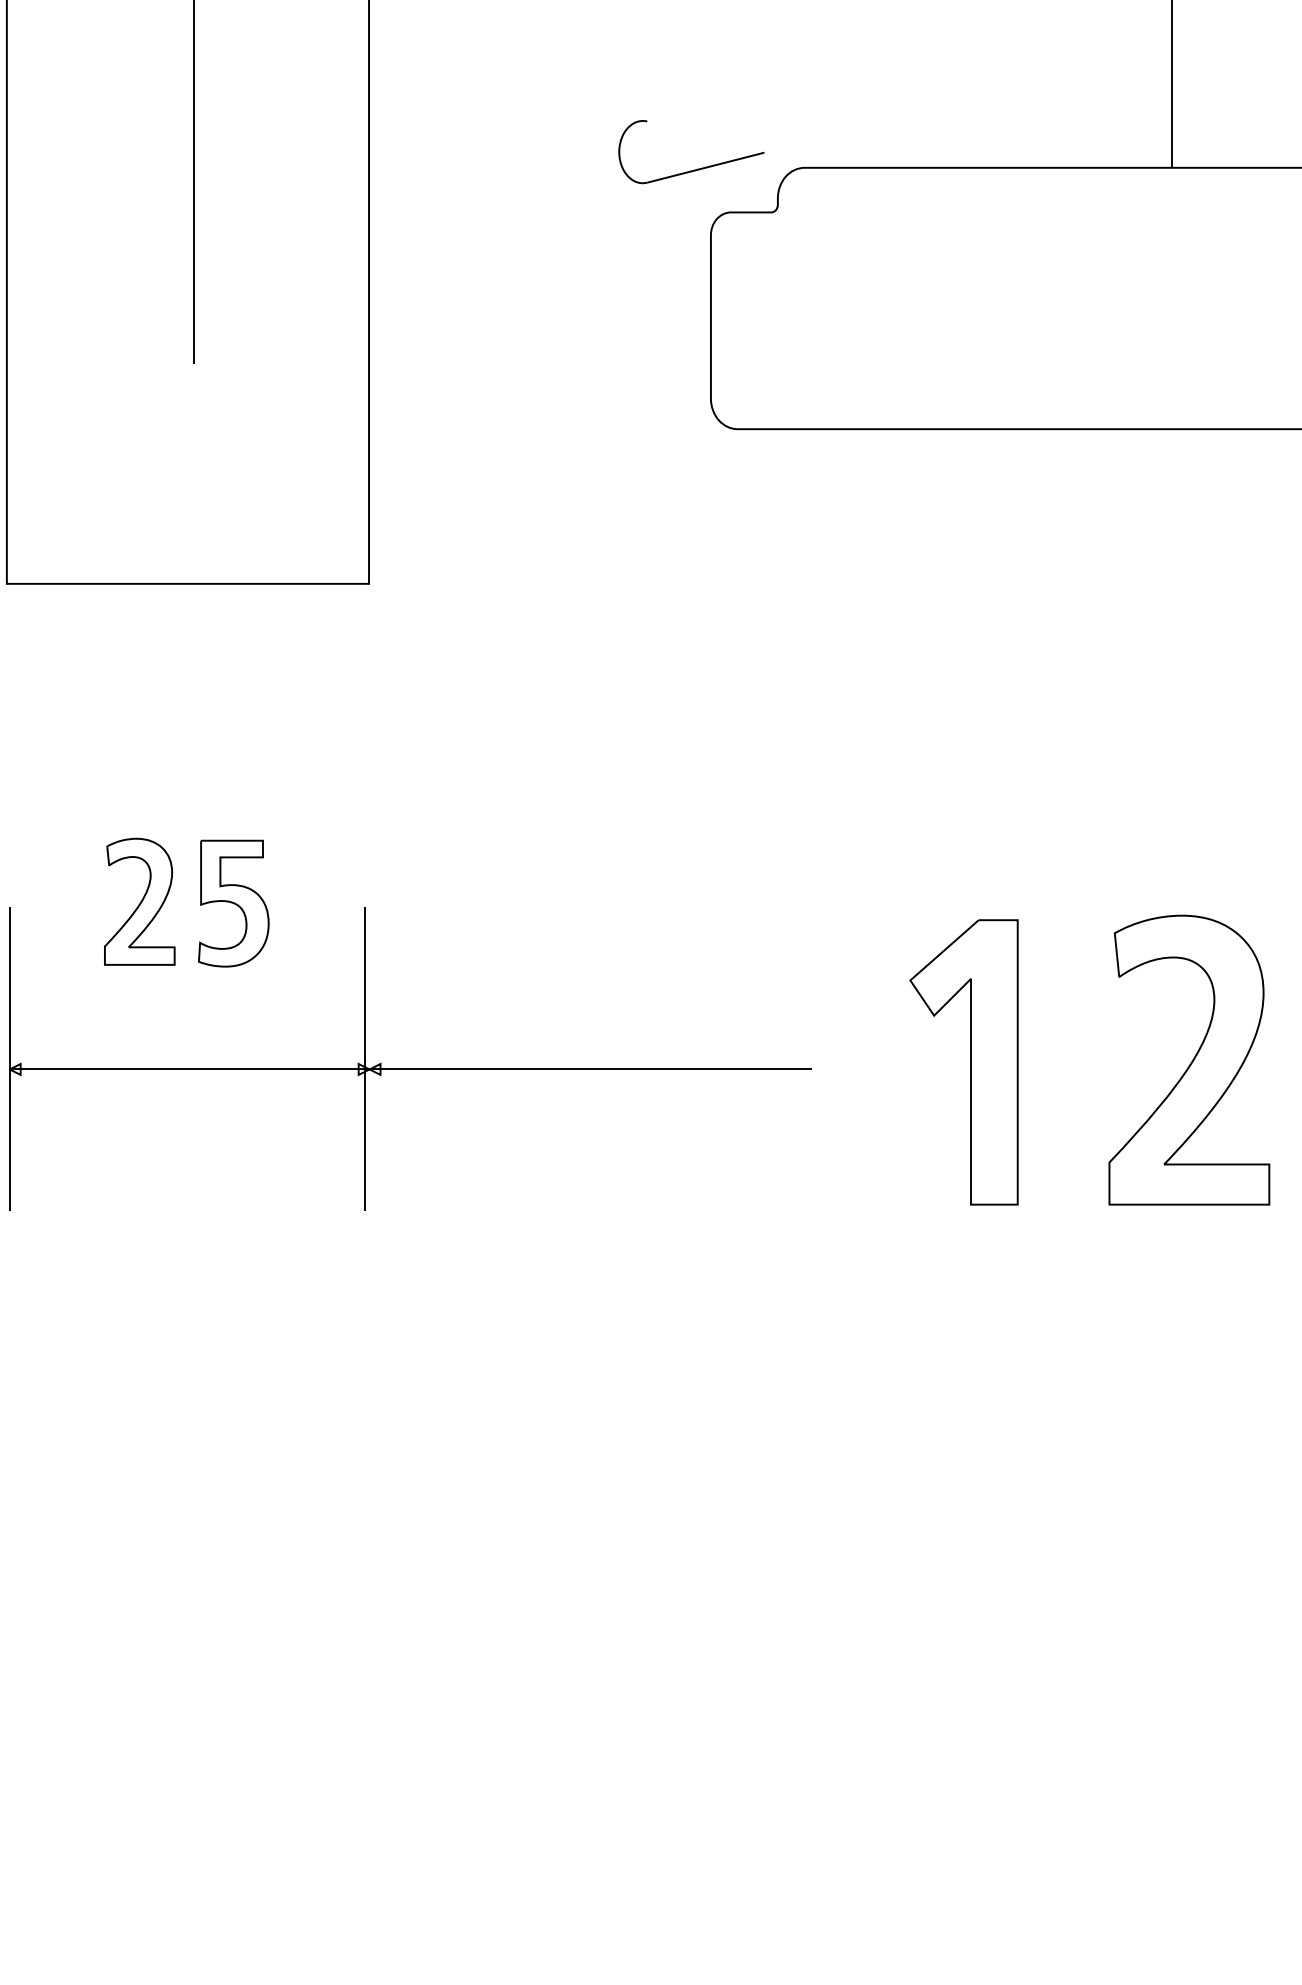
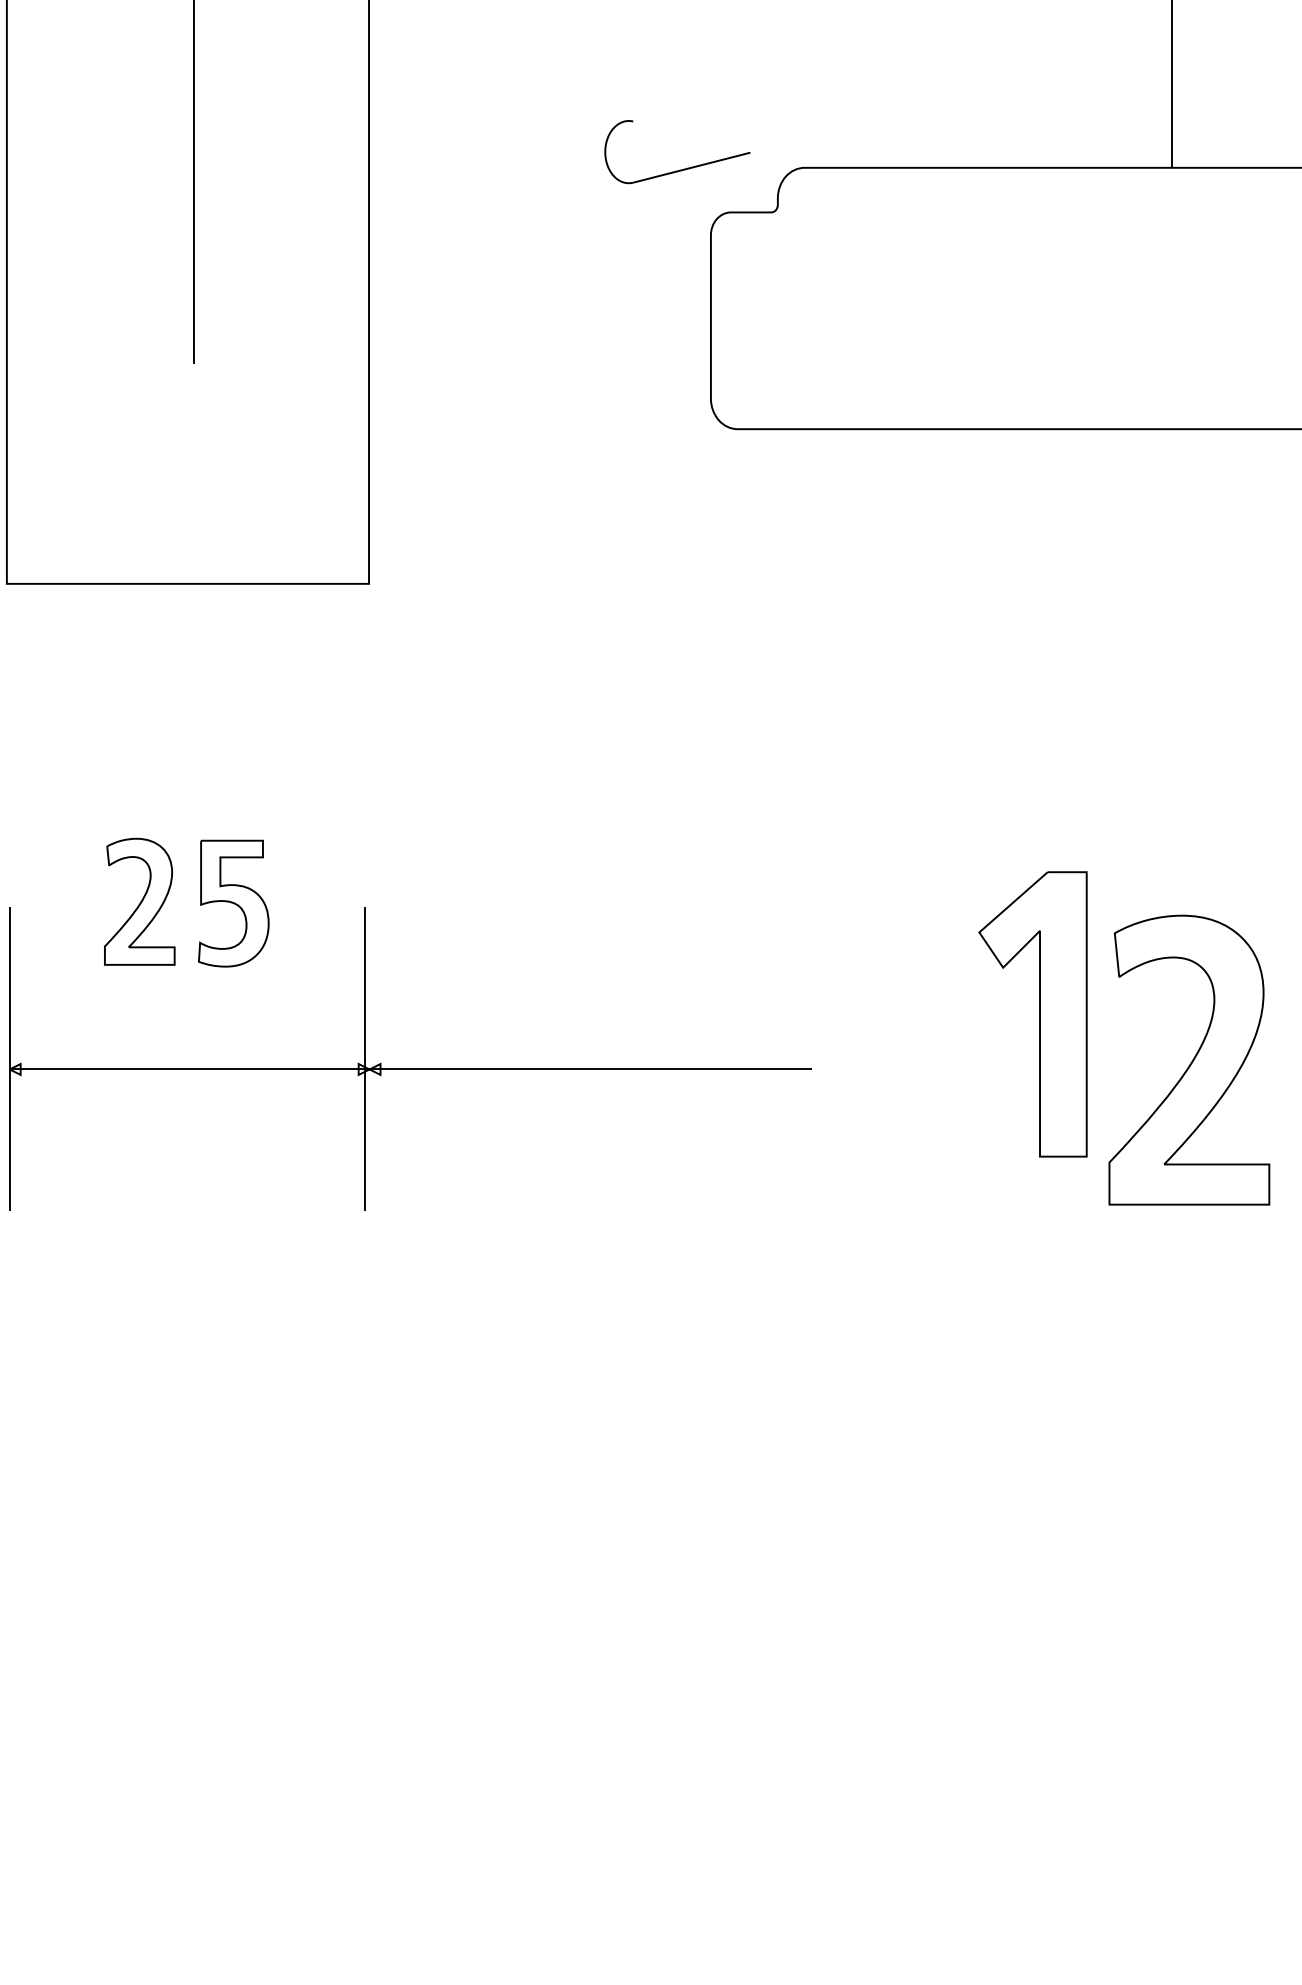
part at (697, 168) position: (697, 168) -> (683, 168)
part at (970, 1062) position: (970, 1062) -> (1039, 1014)
